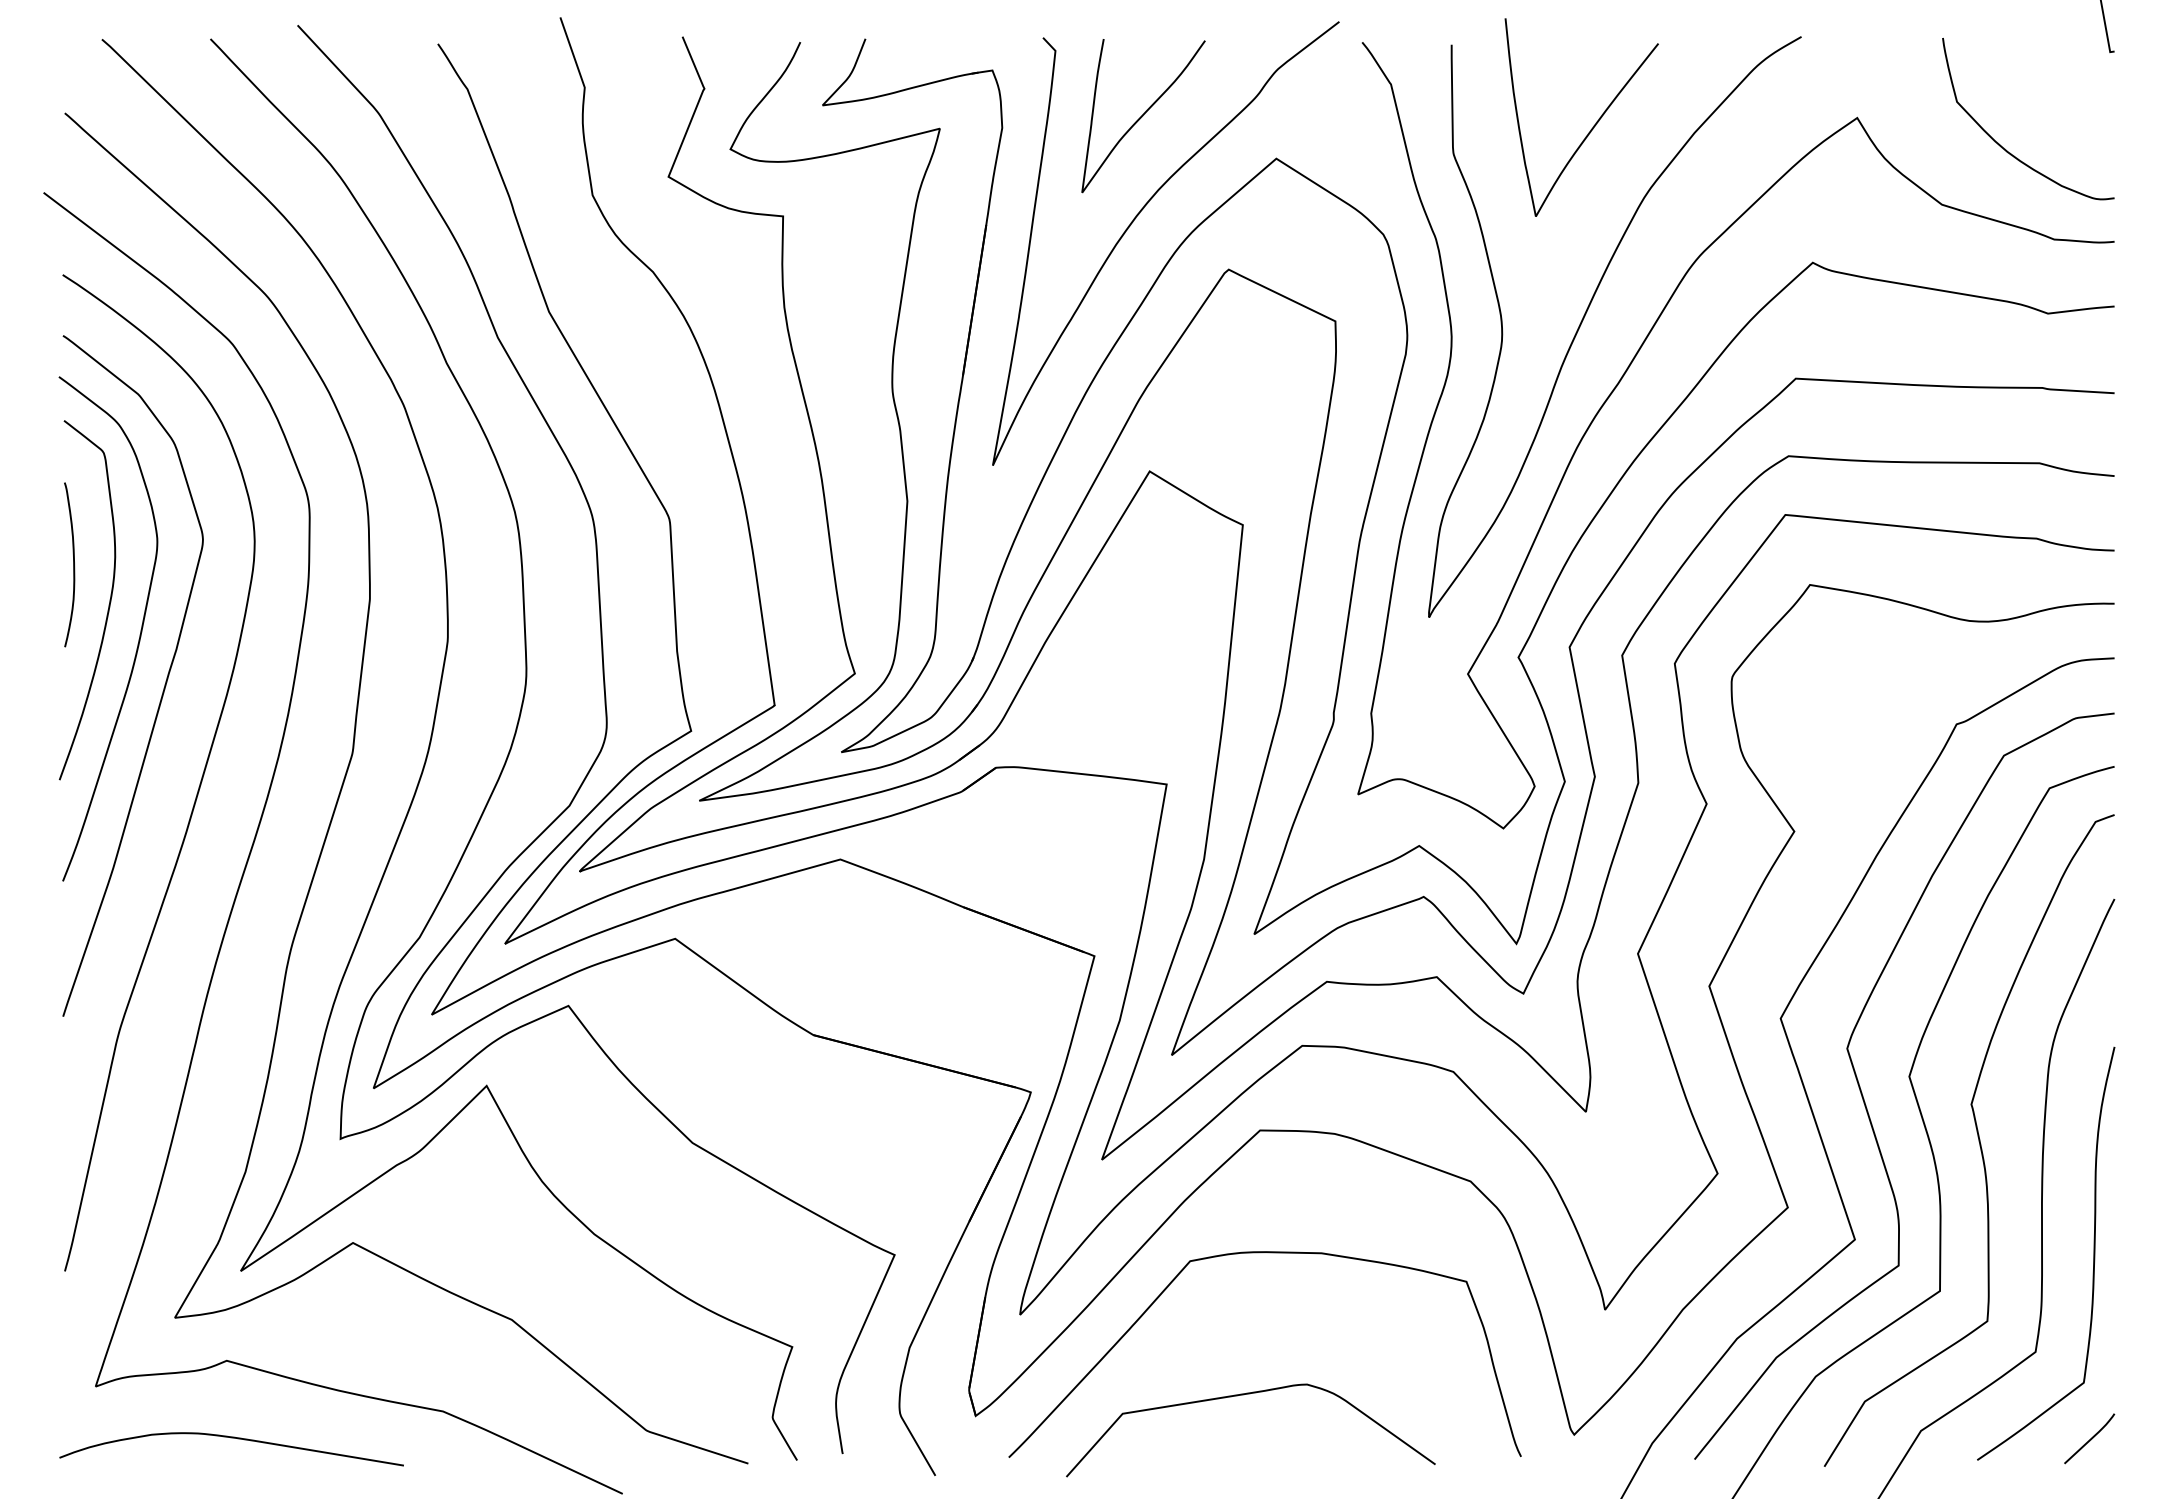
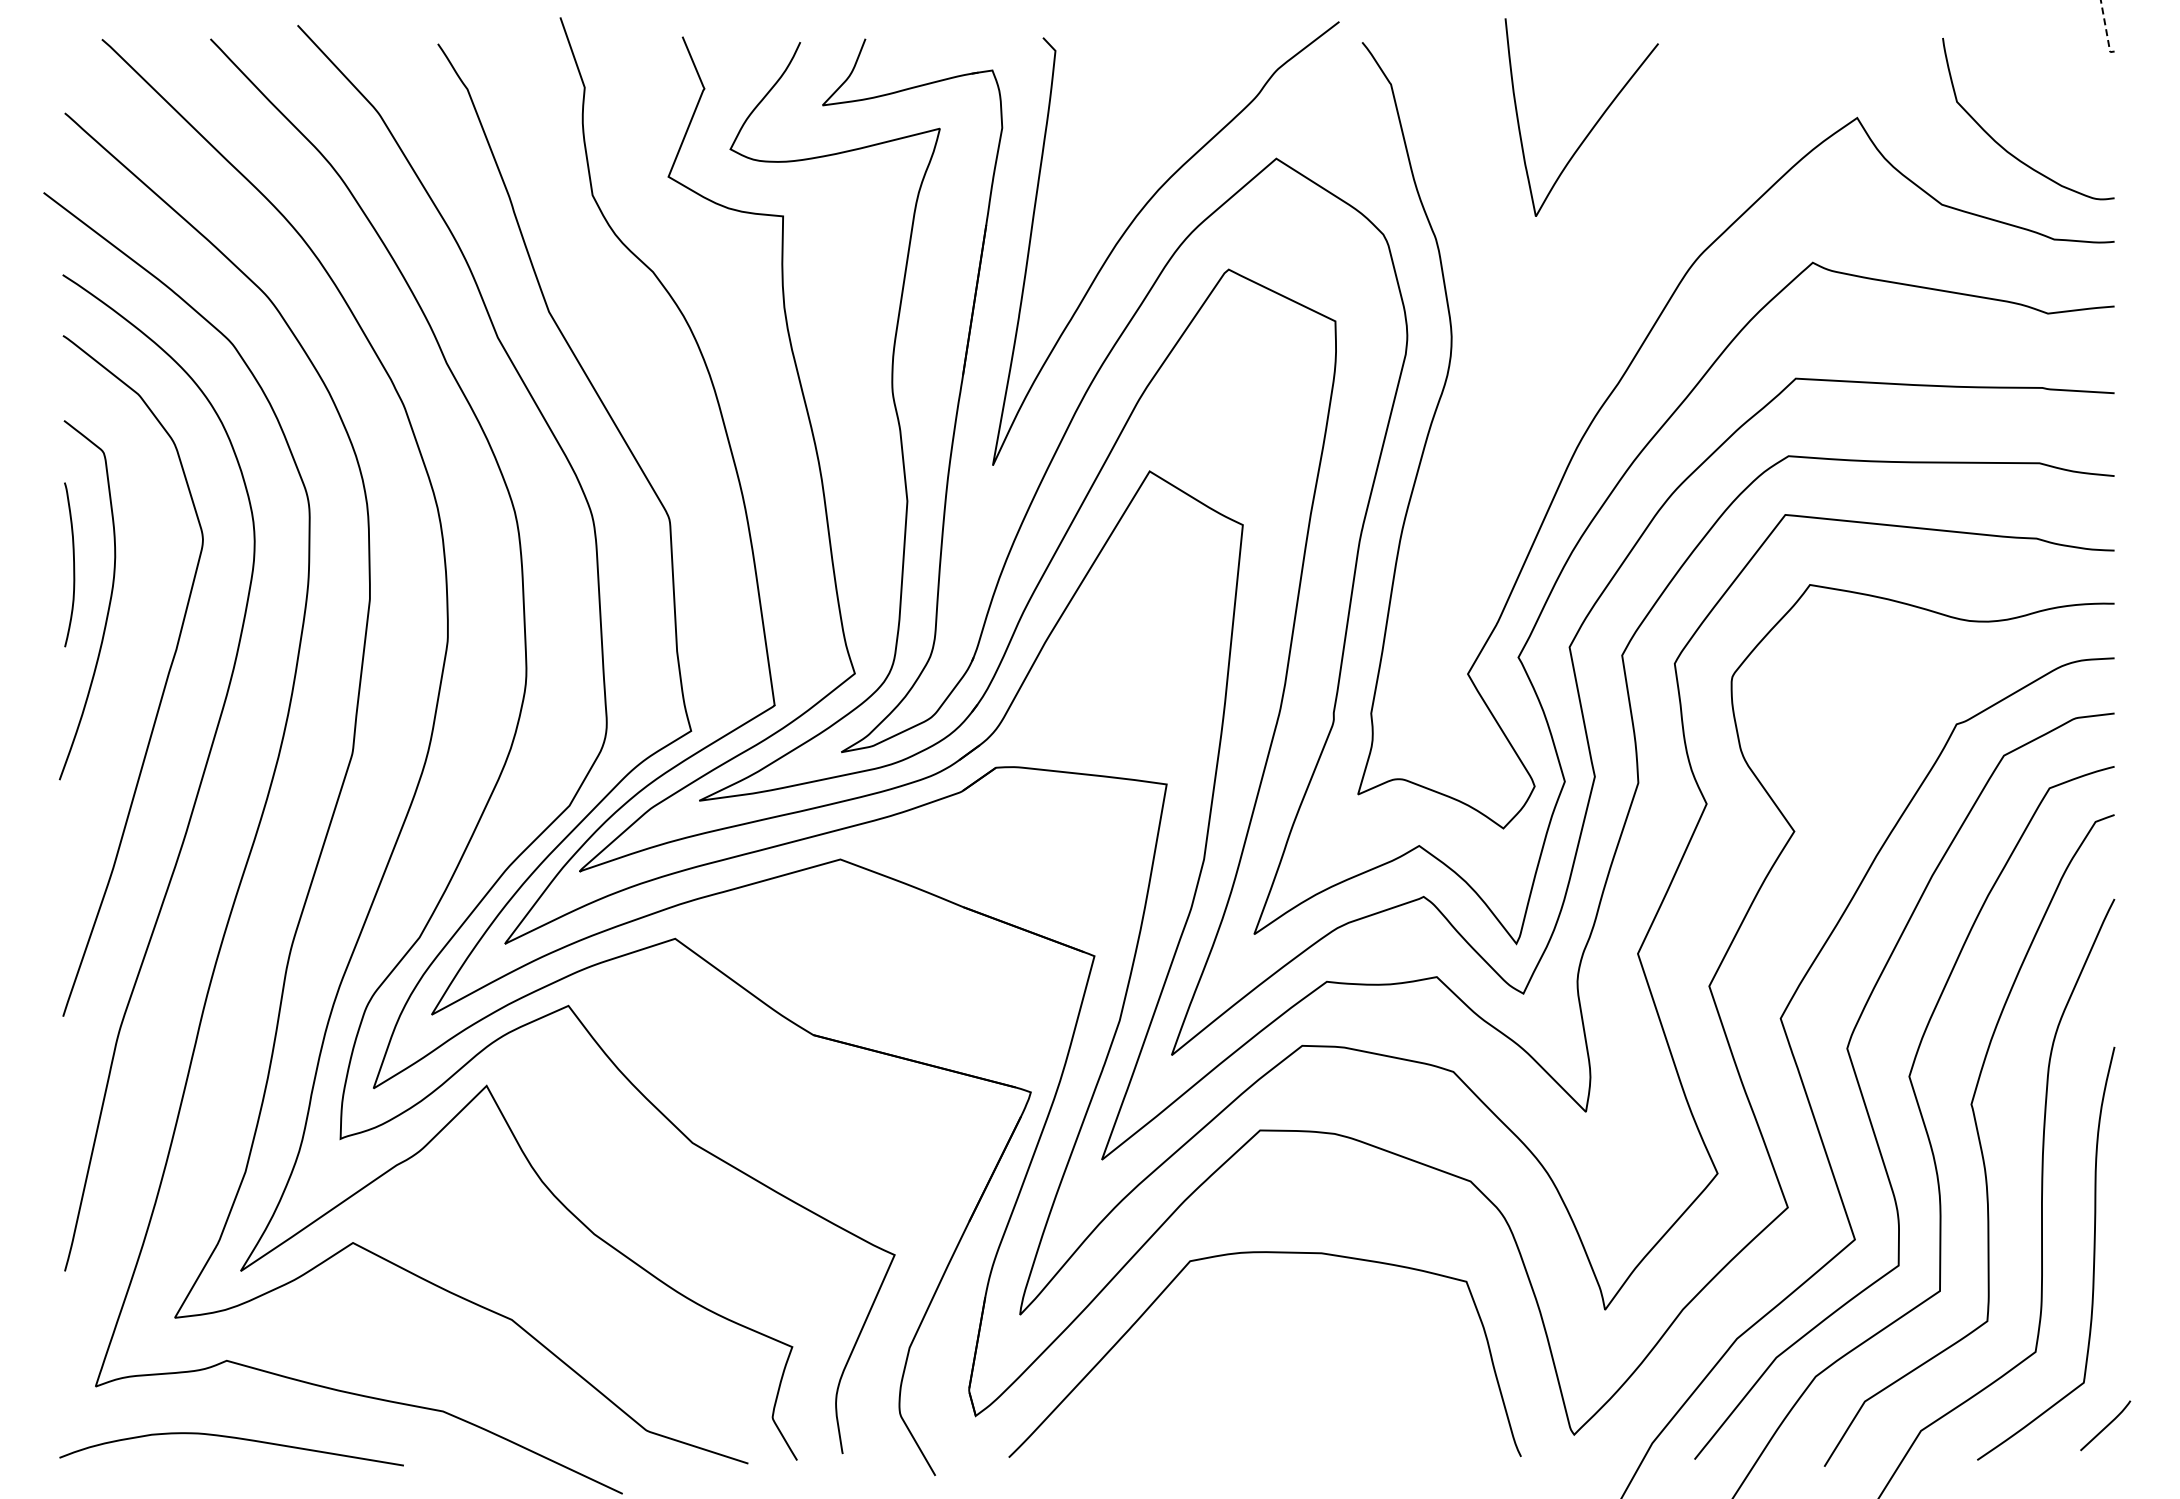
line at (2106, 29): solid -> dashed
curve at (1143, 116): present -> none
curve at (1586, 314): present -> none
curve at (139, 634): present -> none
curve at (1243, 1395): present -> none
curve at (2090, 1438) position: (2090, 1438) -> (2106, 1425)
